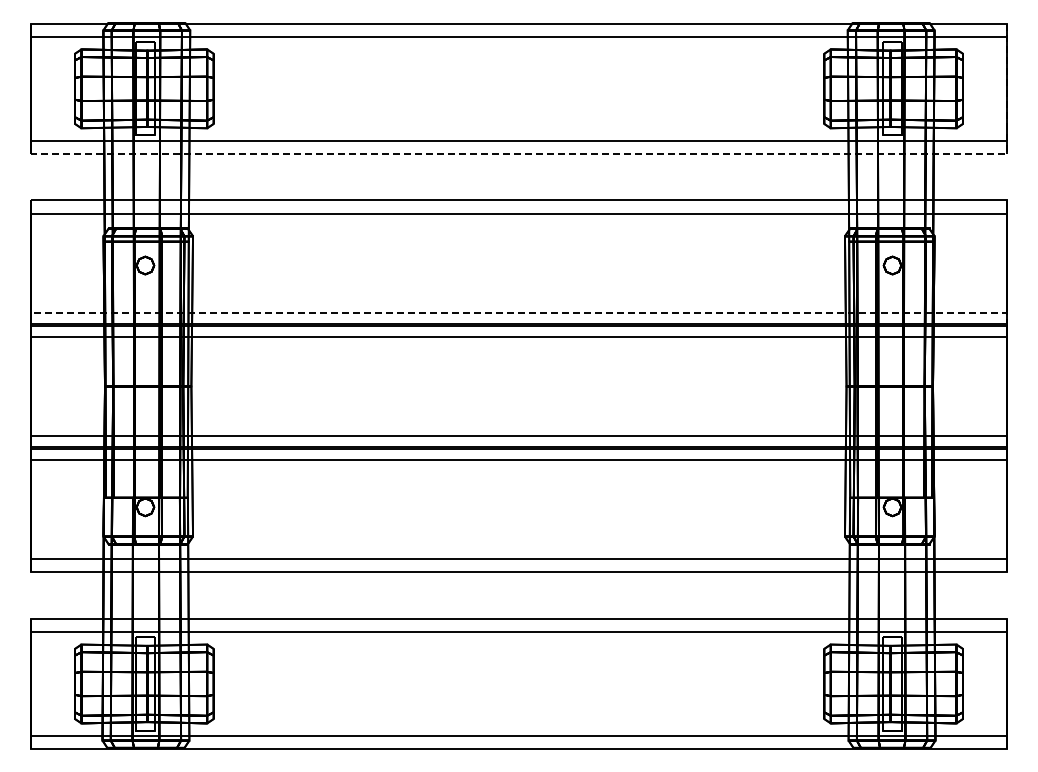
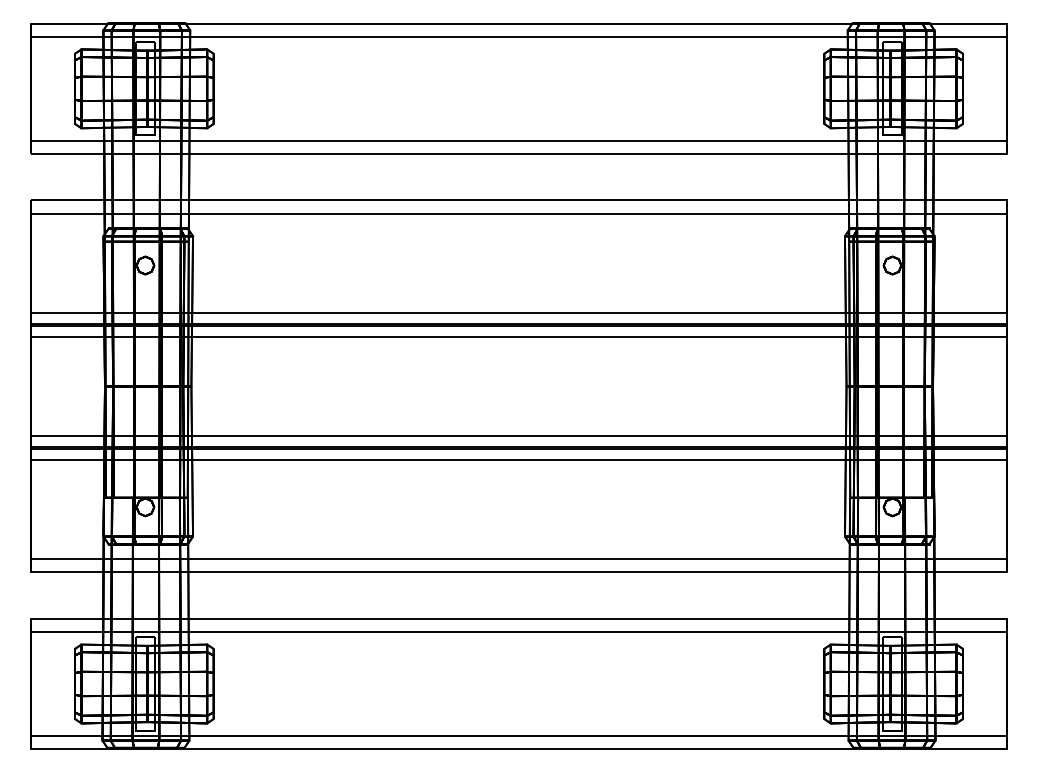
line at (584, 153): dashed -> solid
line at (525, 312): dashed -> solid
